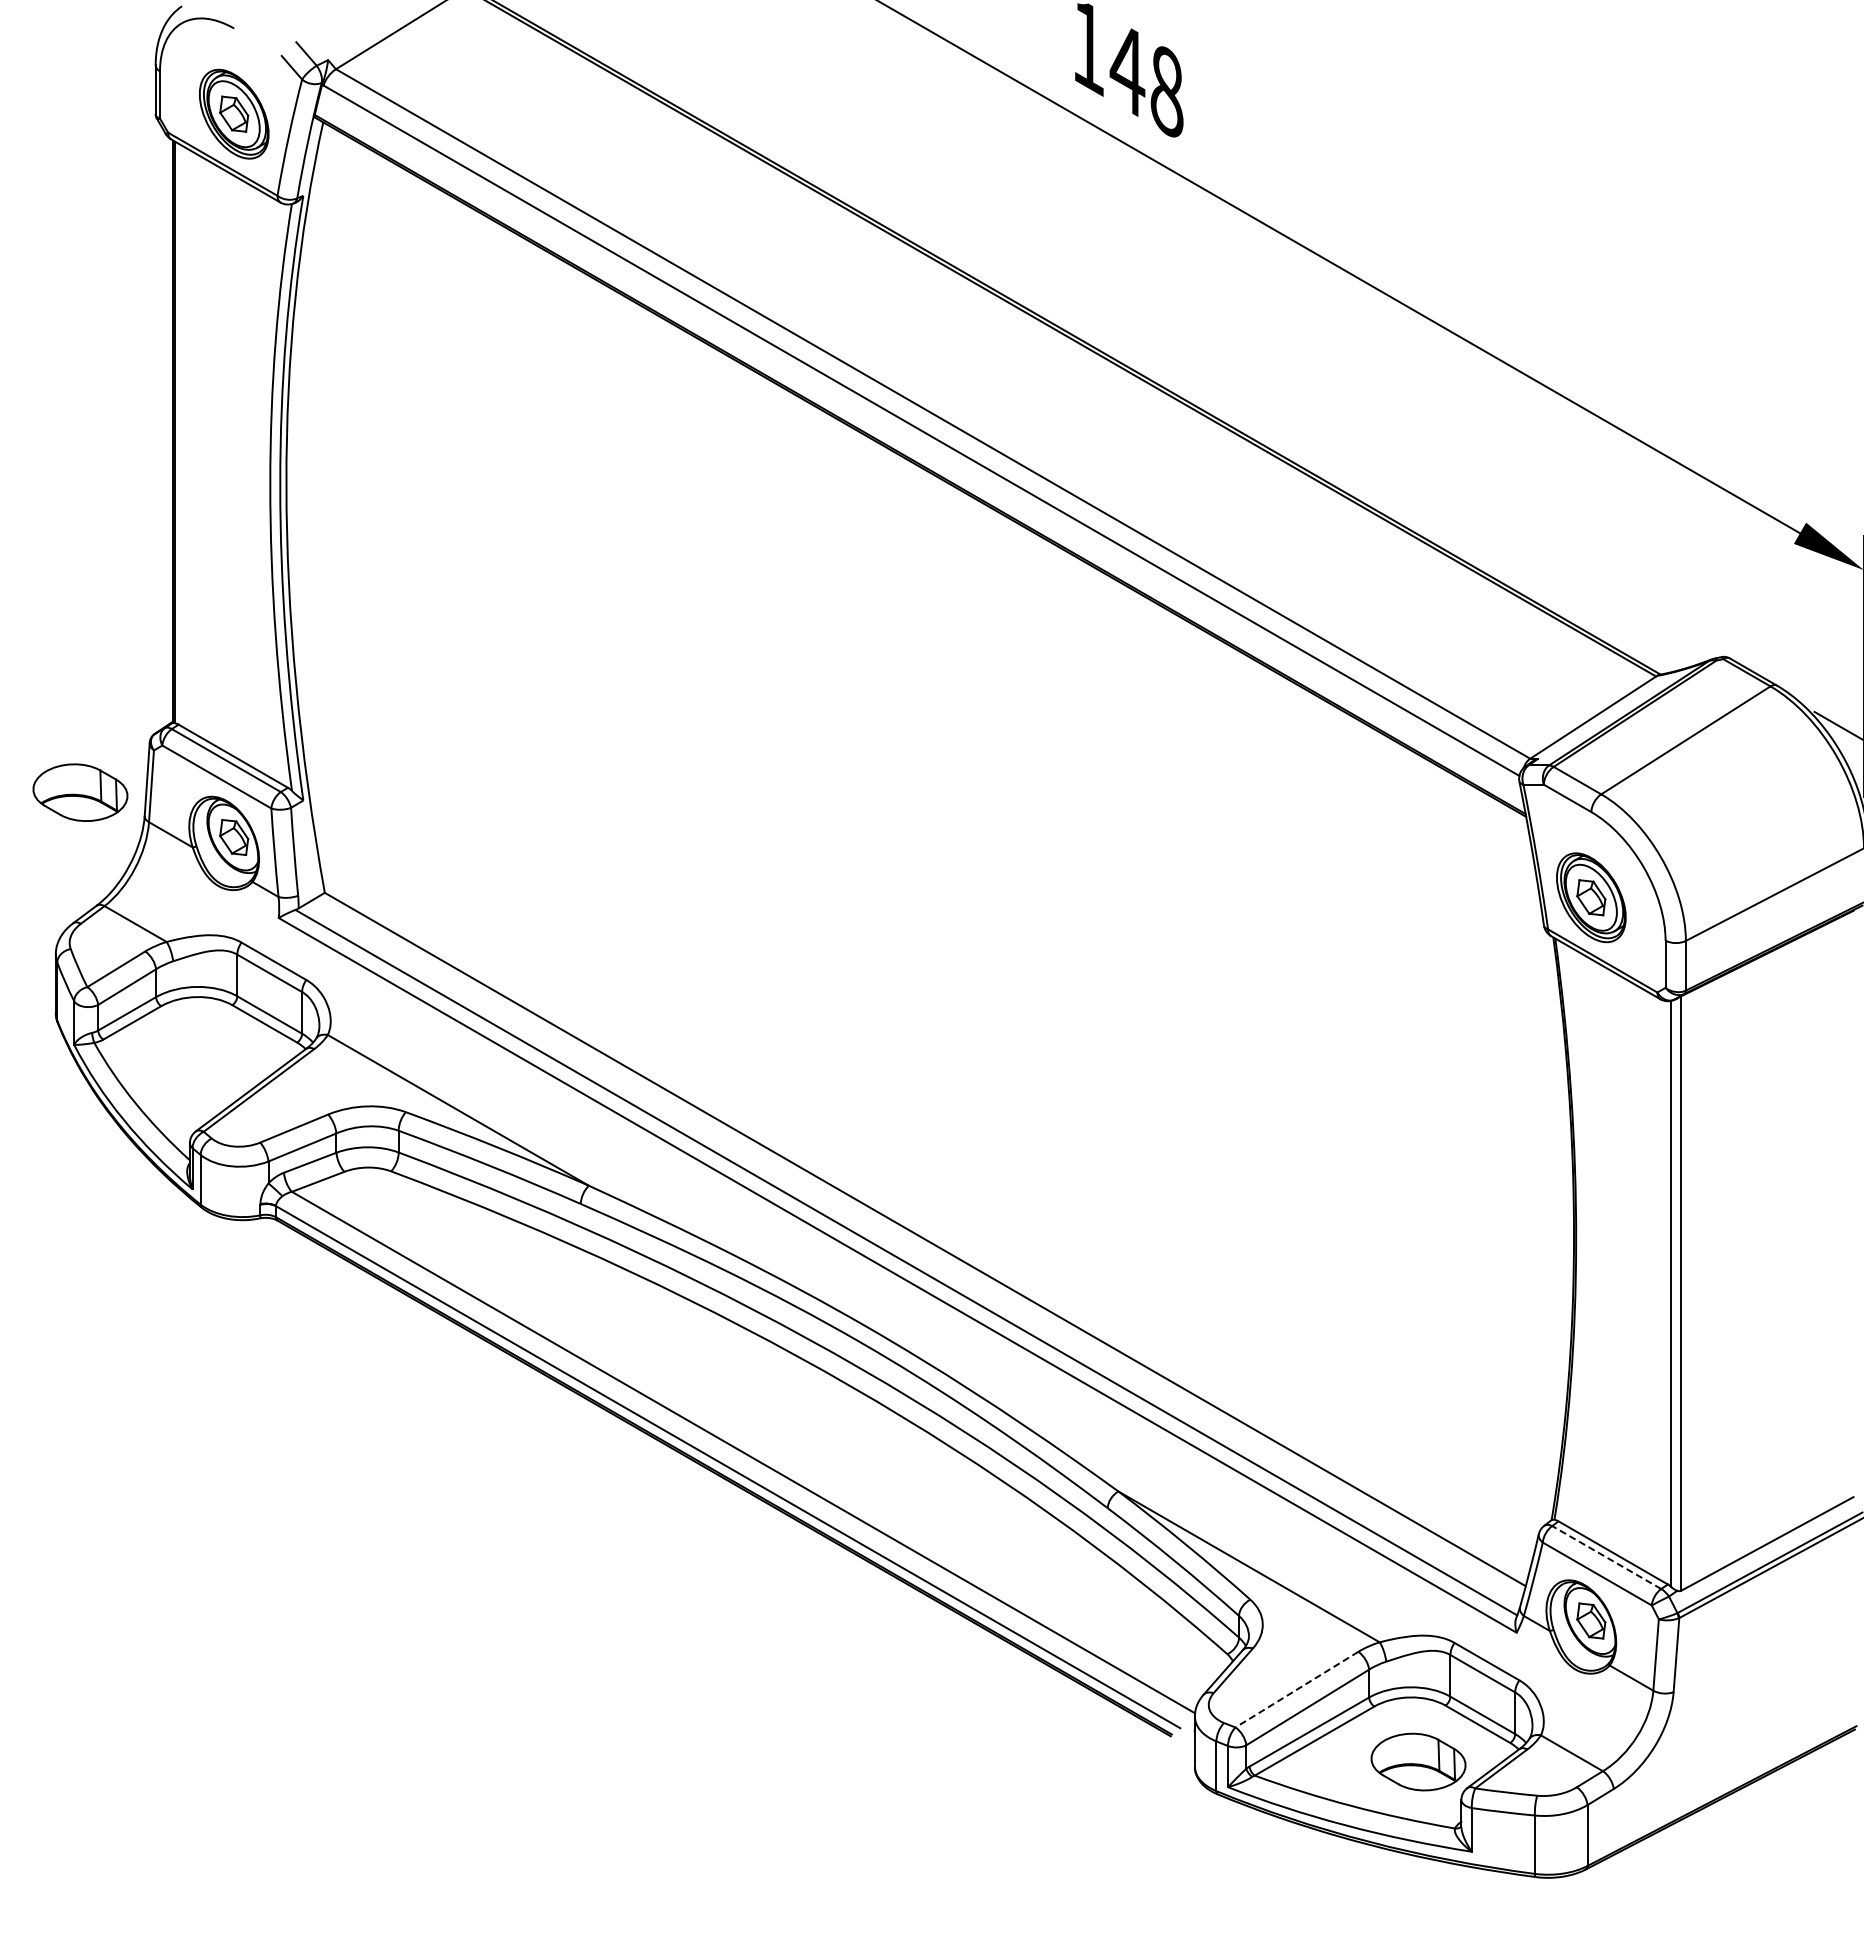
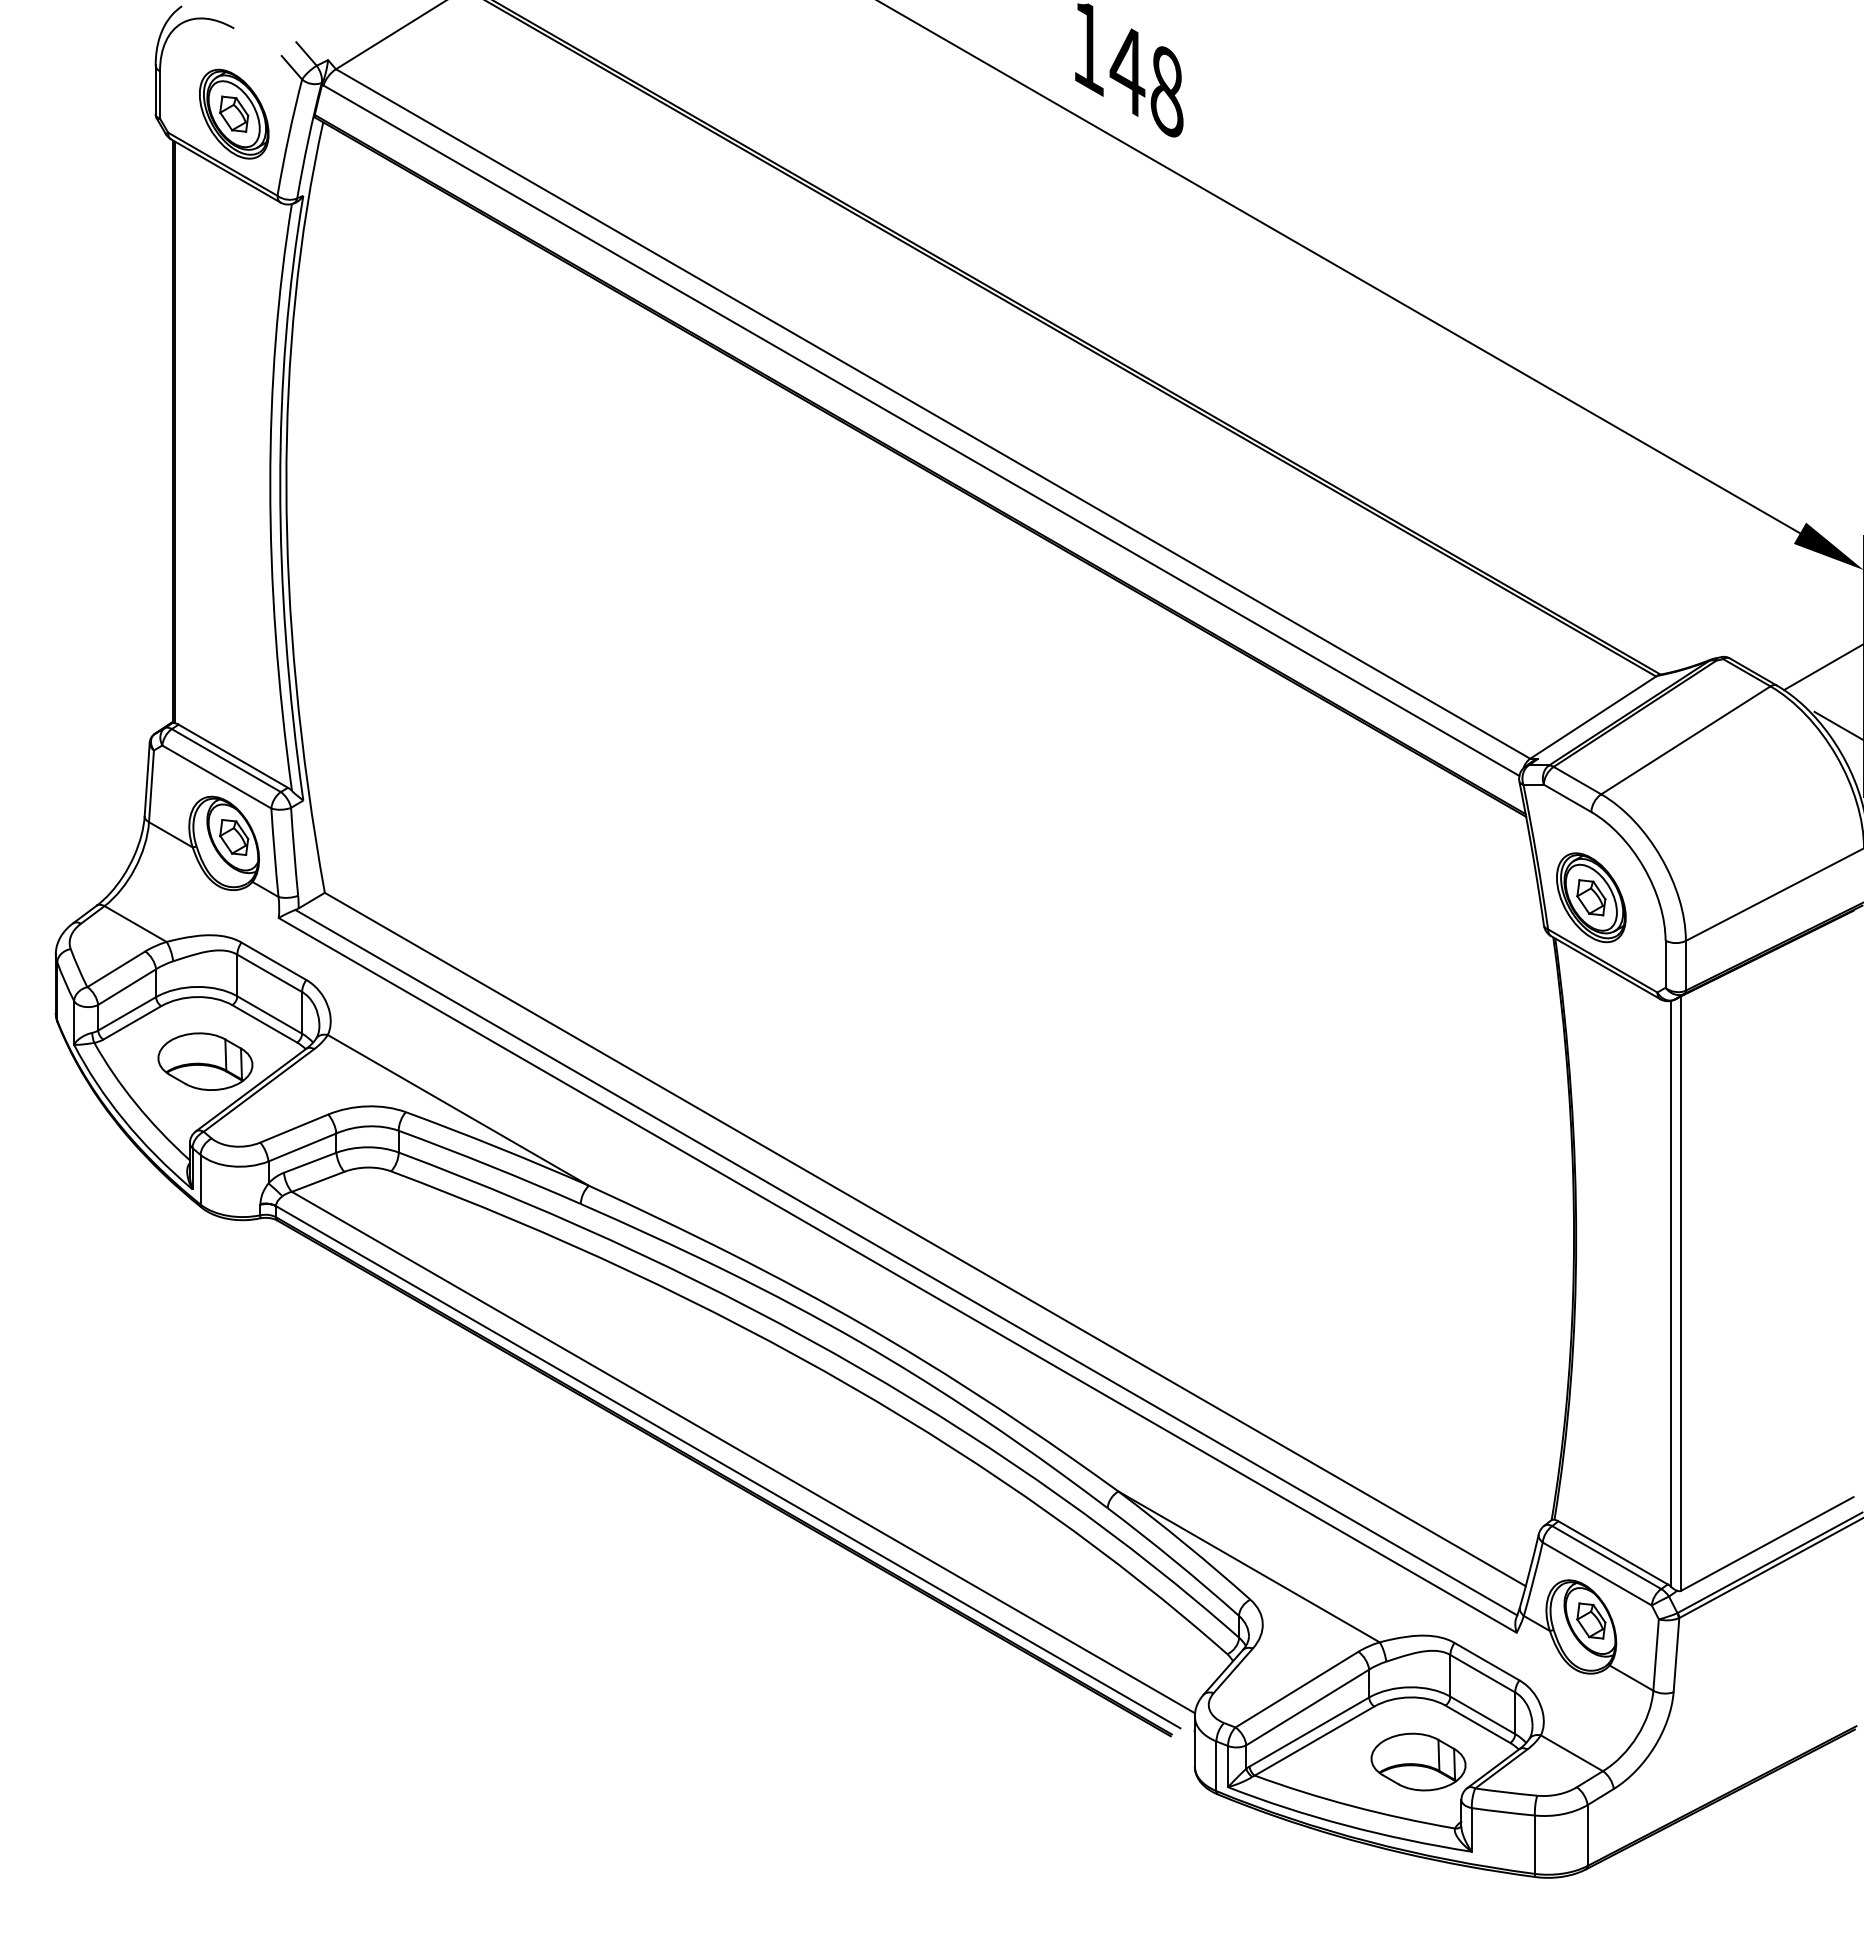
line at (1822, 668): none -> present
part at (80, 792) position: (80, 792) -> (205, 1061)
line at (1606, 1557): dashed -> solid
line at (1296, 1689): dashed -> solid
